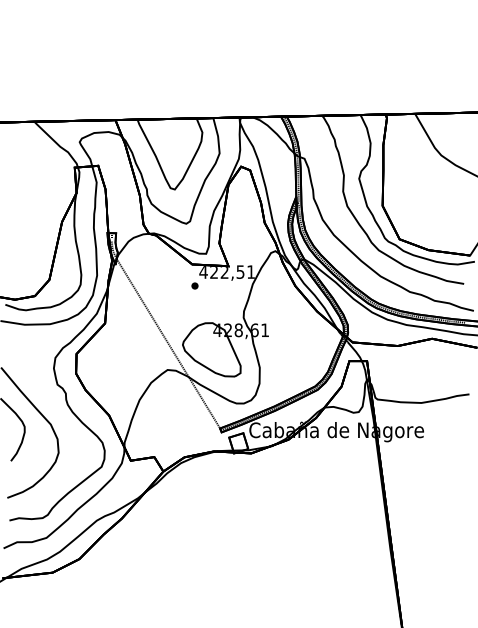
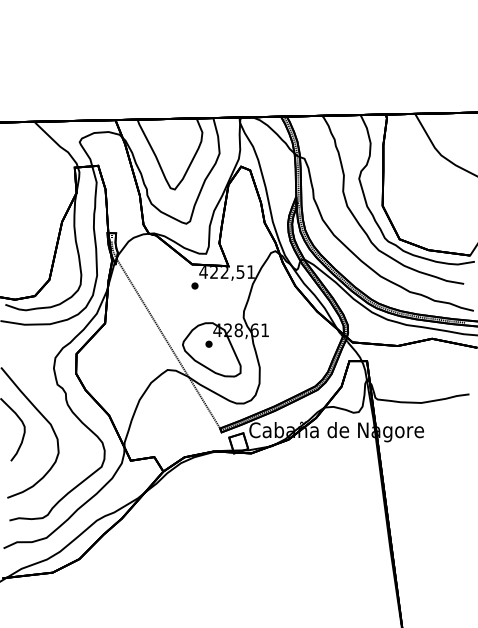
part at (208, 343): none -> present
